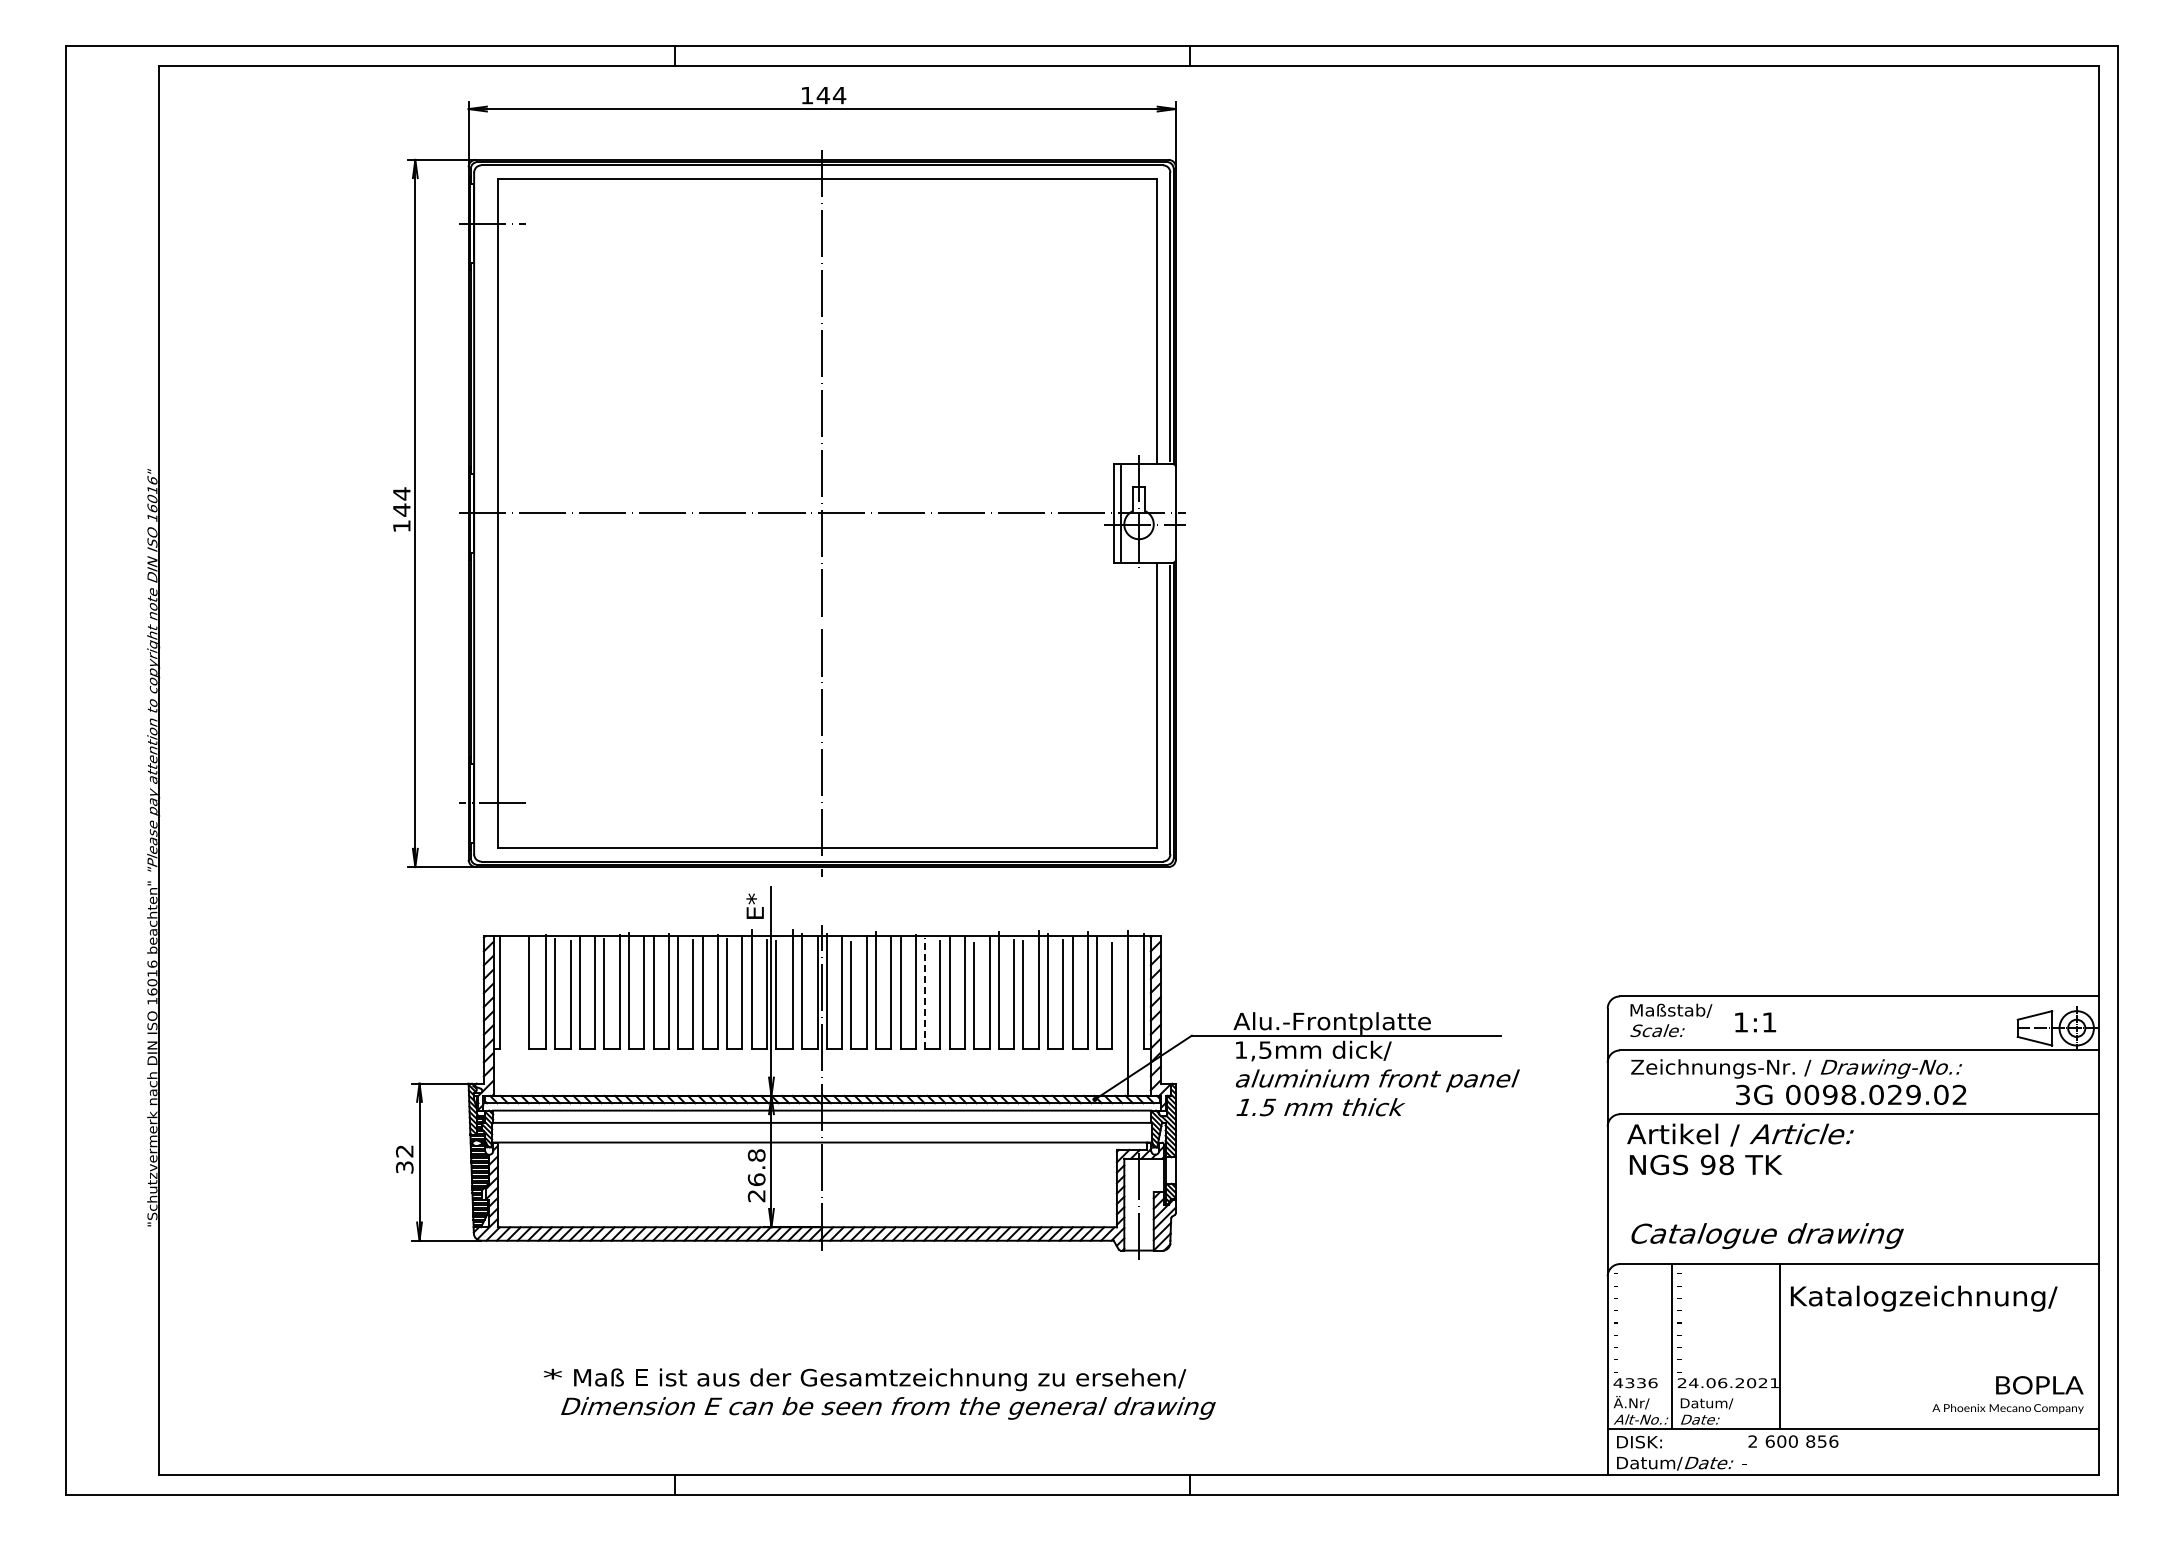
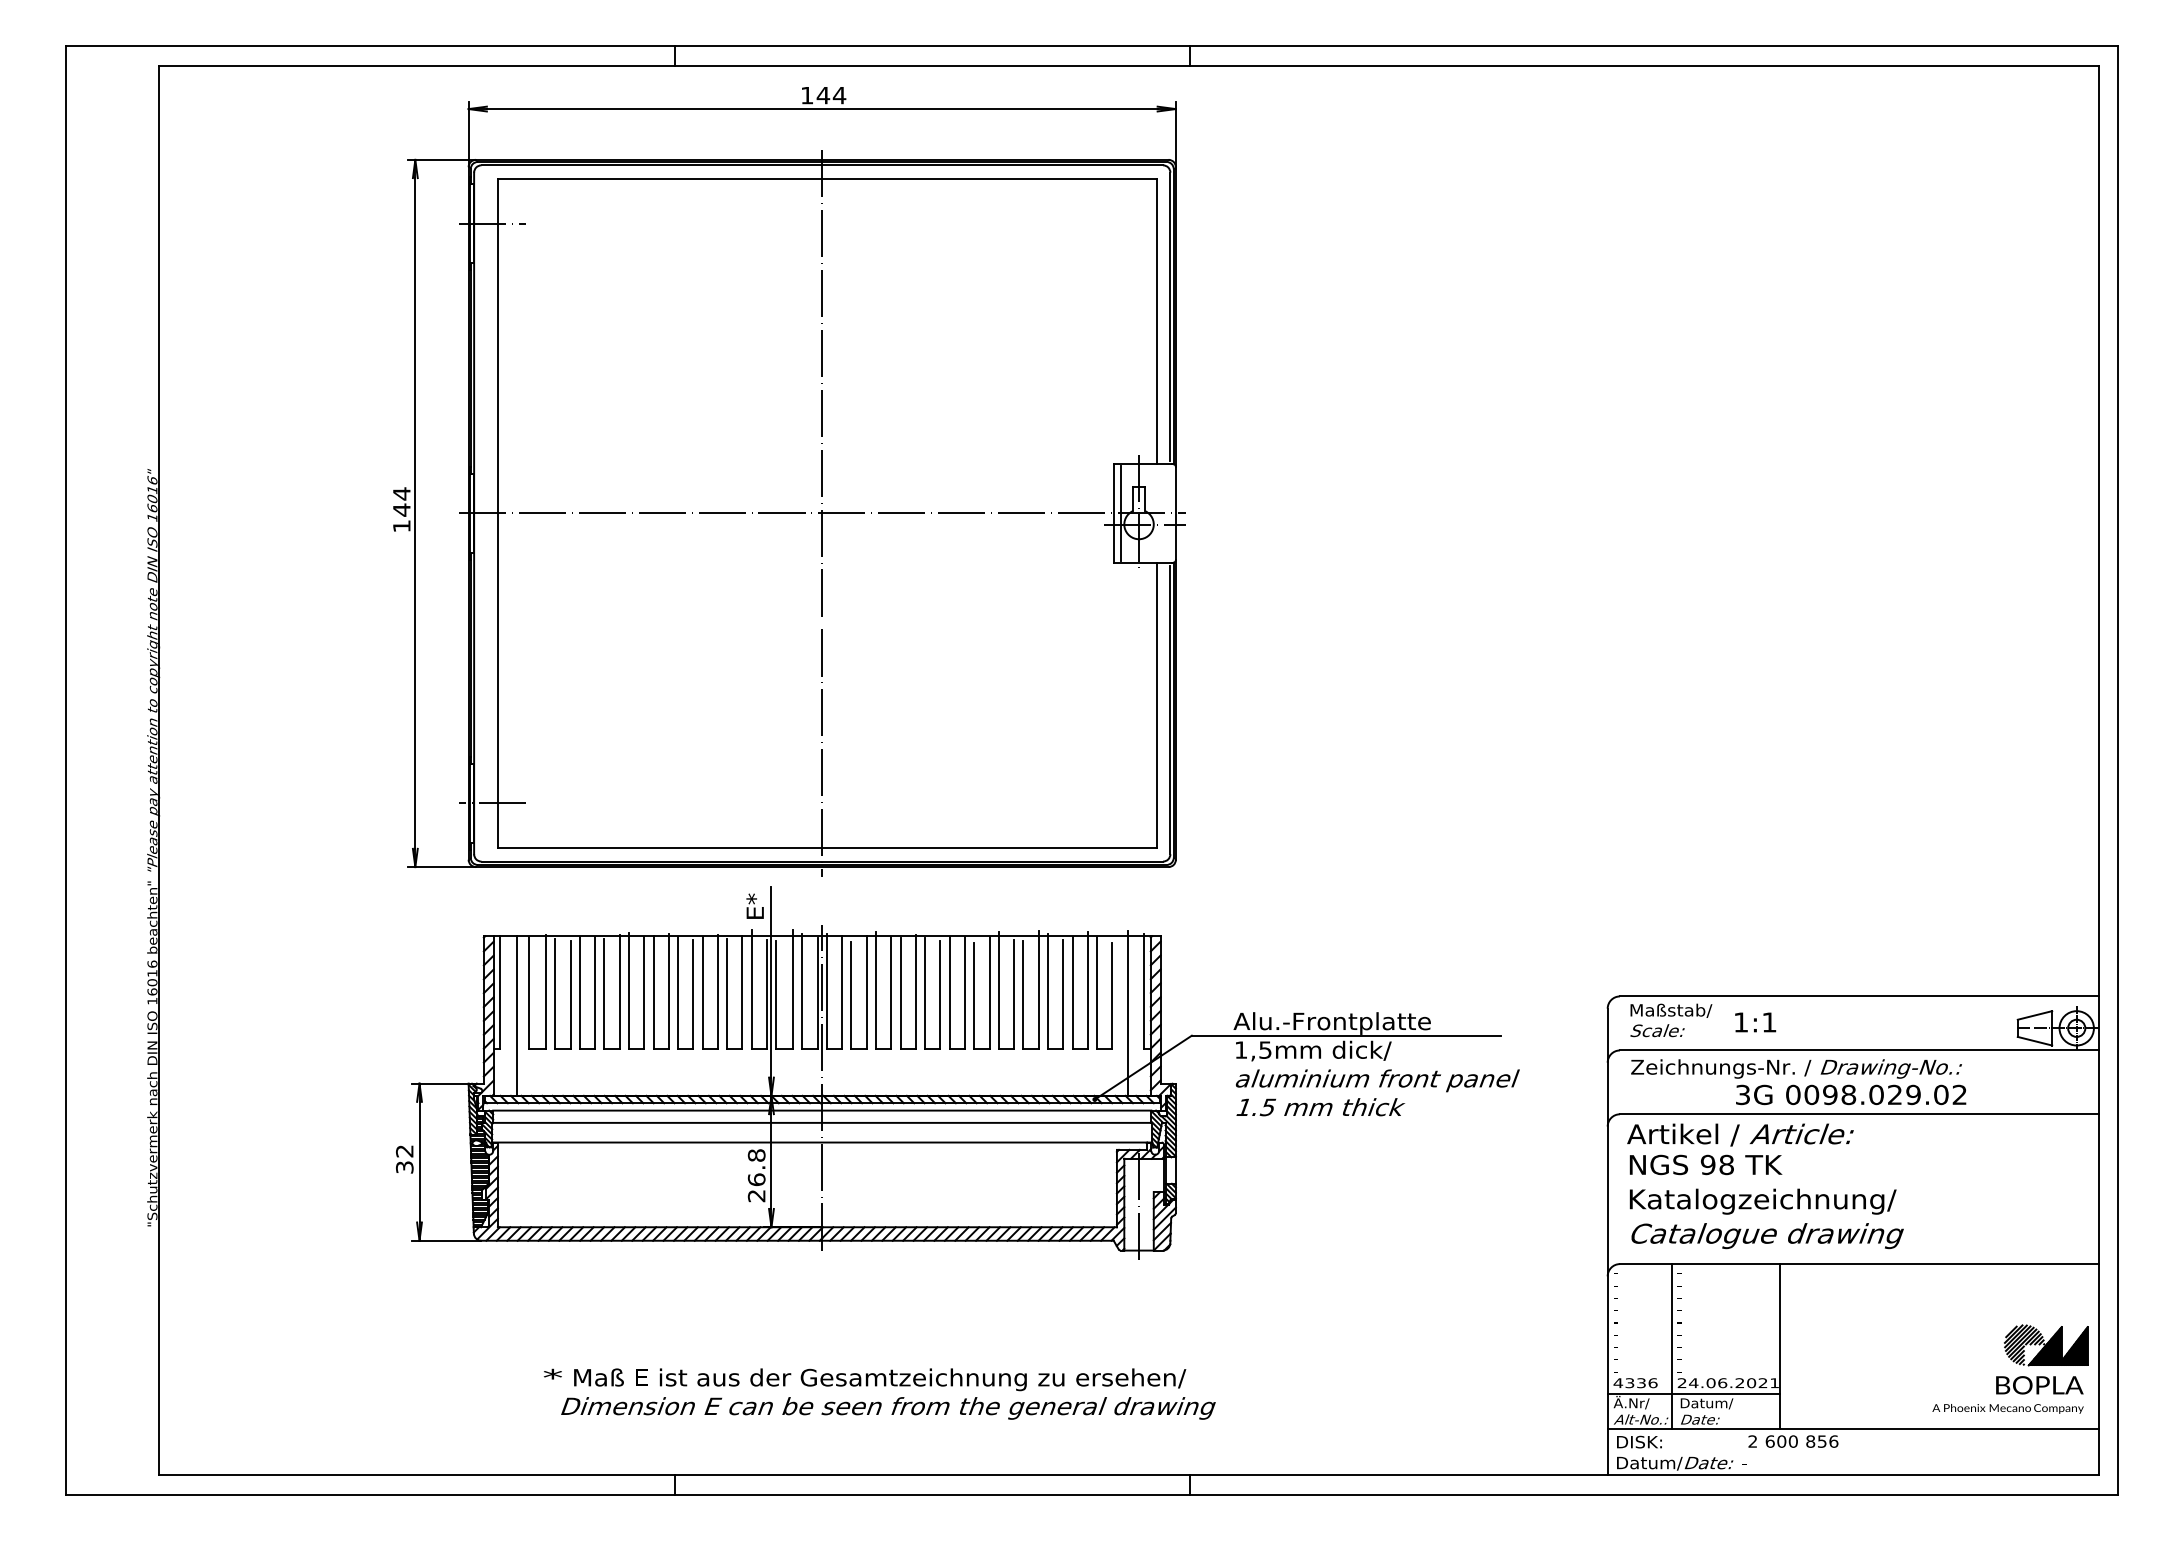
line at (925, 993): dashed -> solid
line at (516, 1015): none -> present
text at (1923, 1298) position: (1923, 1298) -> (1762, 1201)
part at (2046, 1345): none -> present
line at (1693, 1394): none -> present
